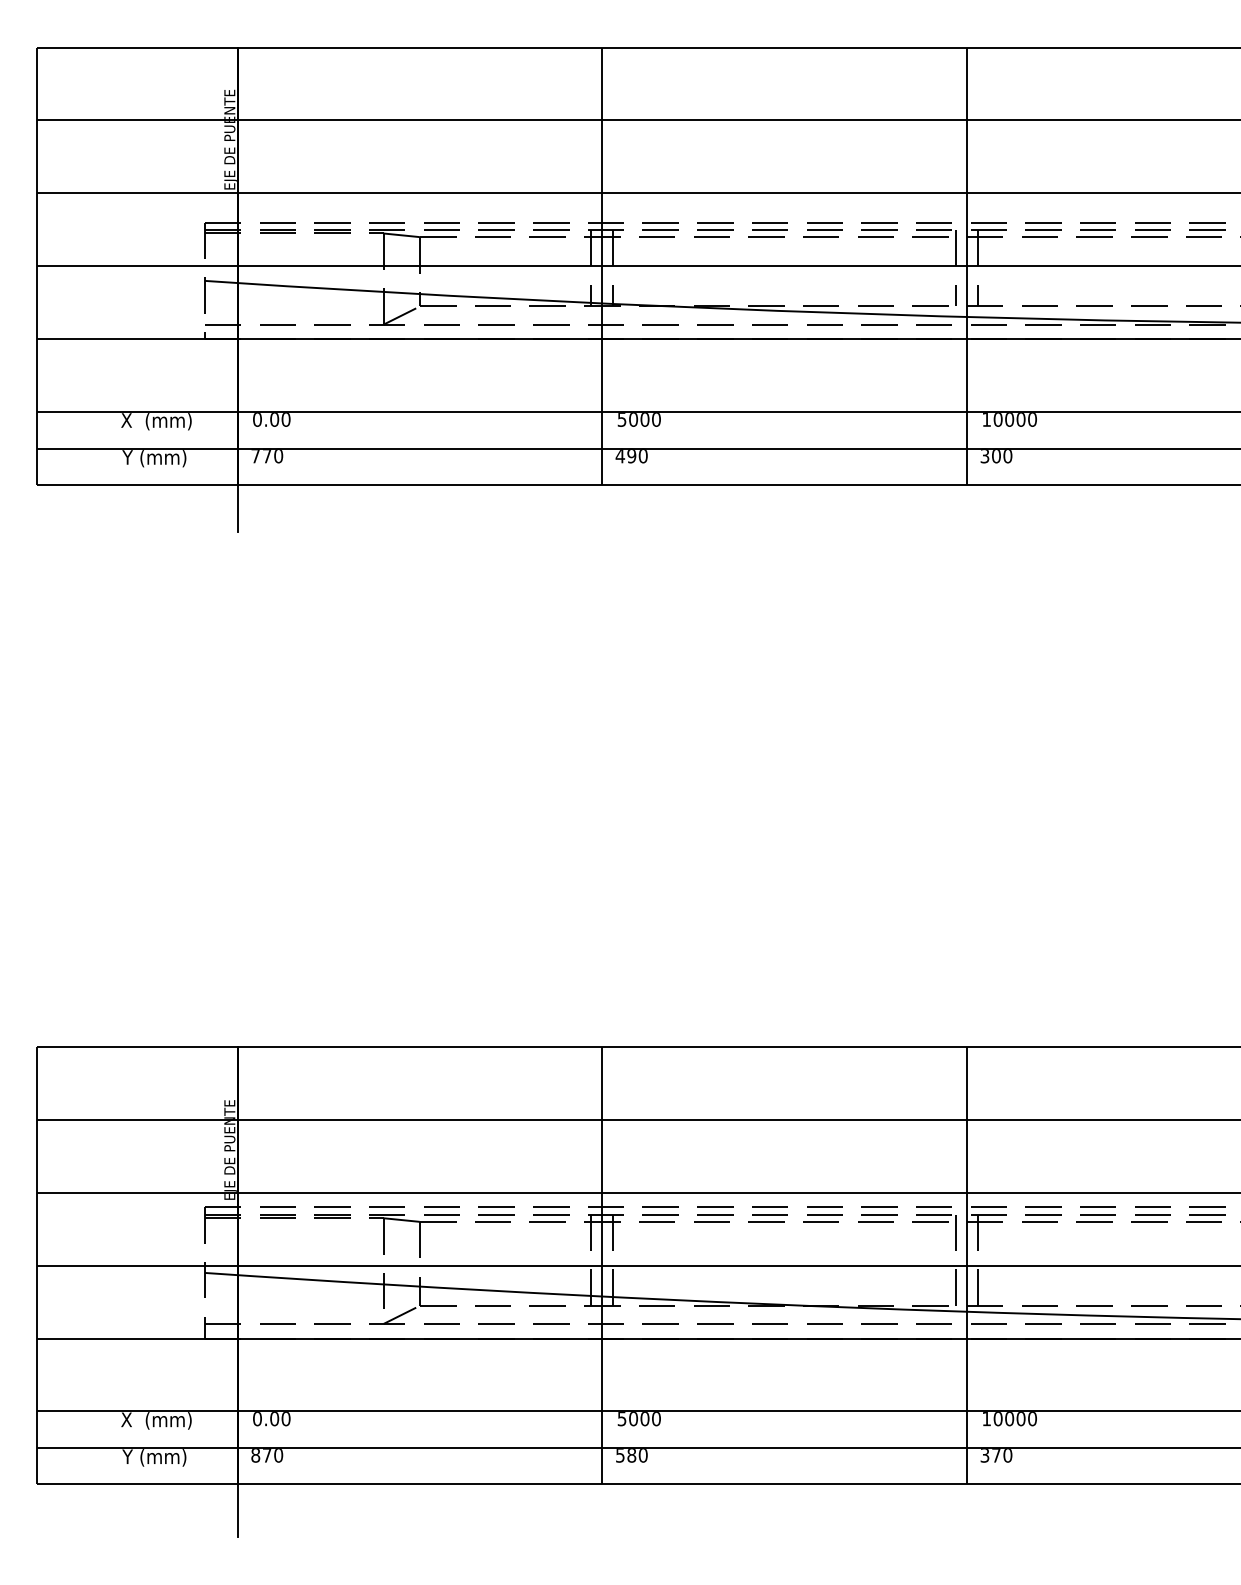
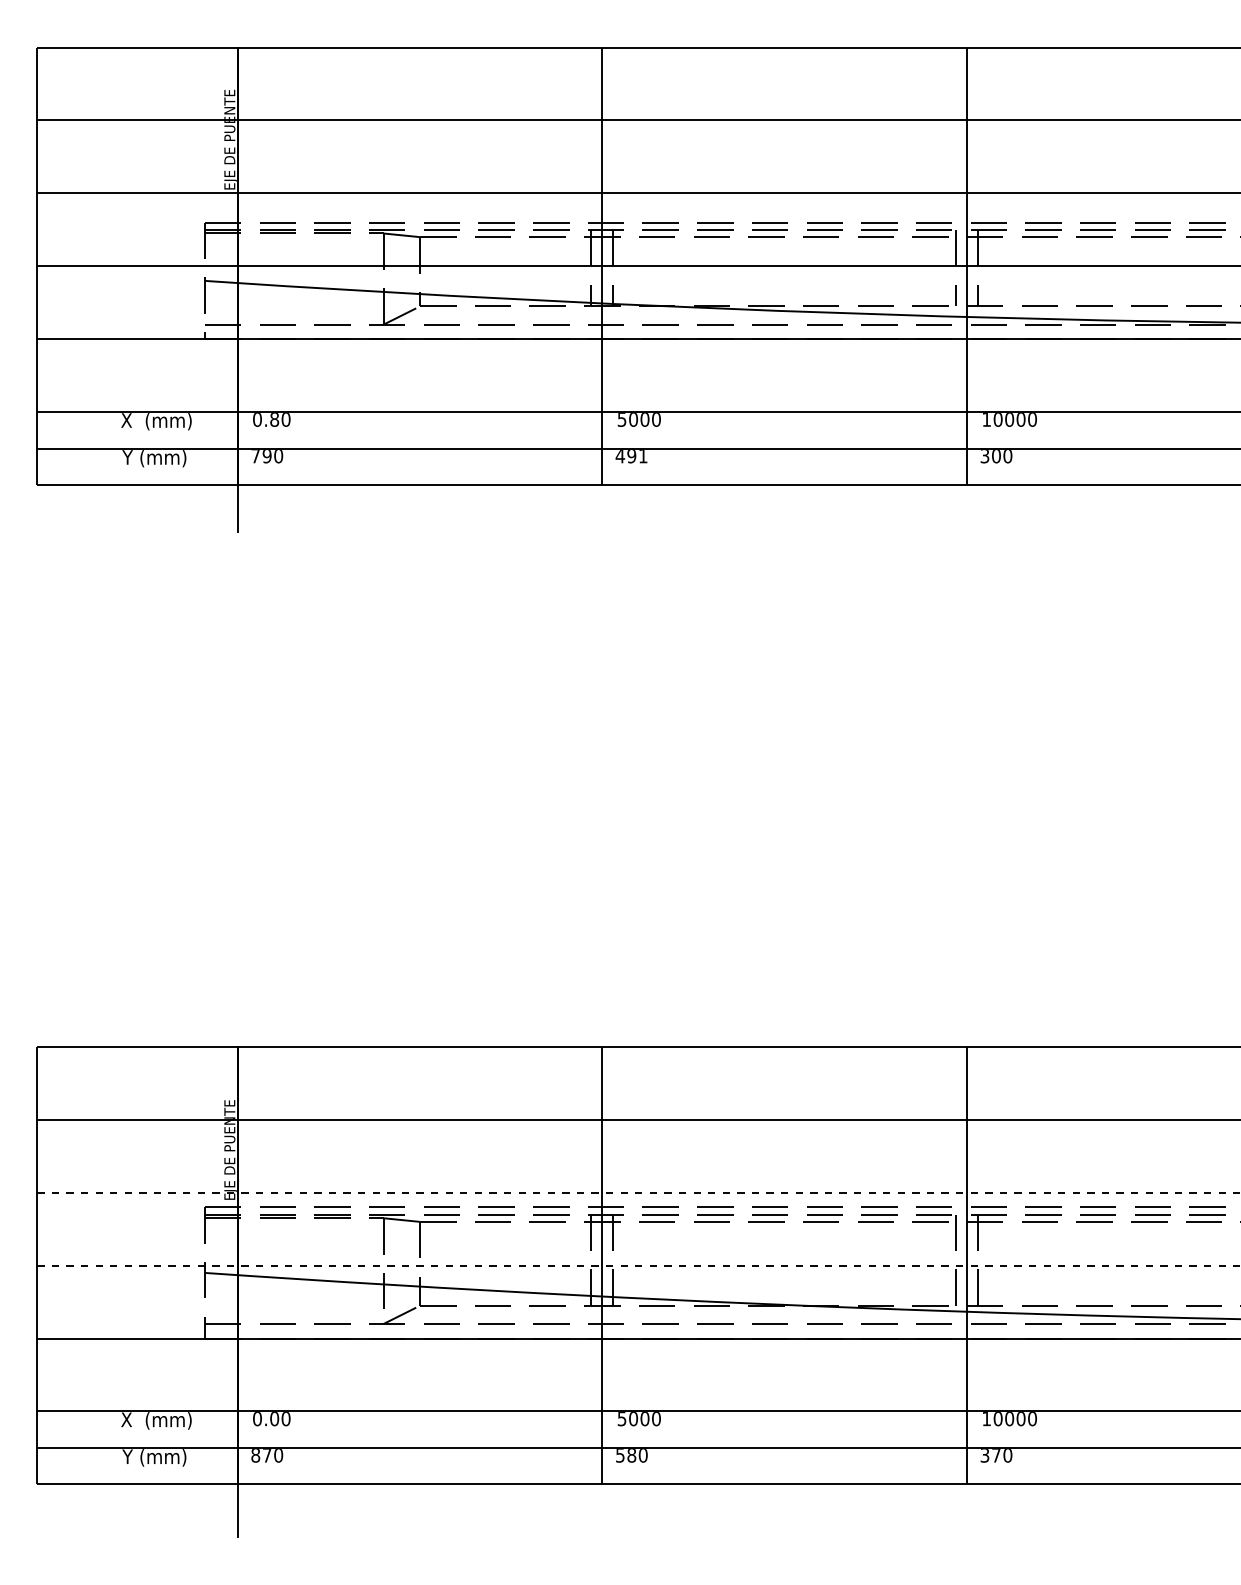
text at (274, 419): 0.00 -> 0.80
text at (266, 456): 770 -> 790
text at (642, 456): 490 -> 491
line at (639, 1192): solid -> dashed
line at (639, 1265): solid -> dashed
